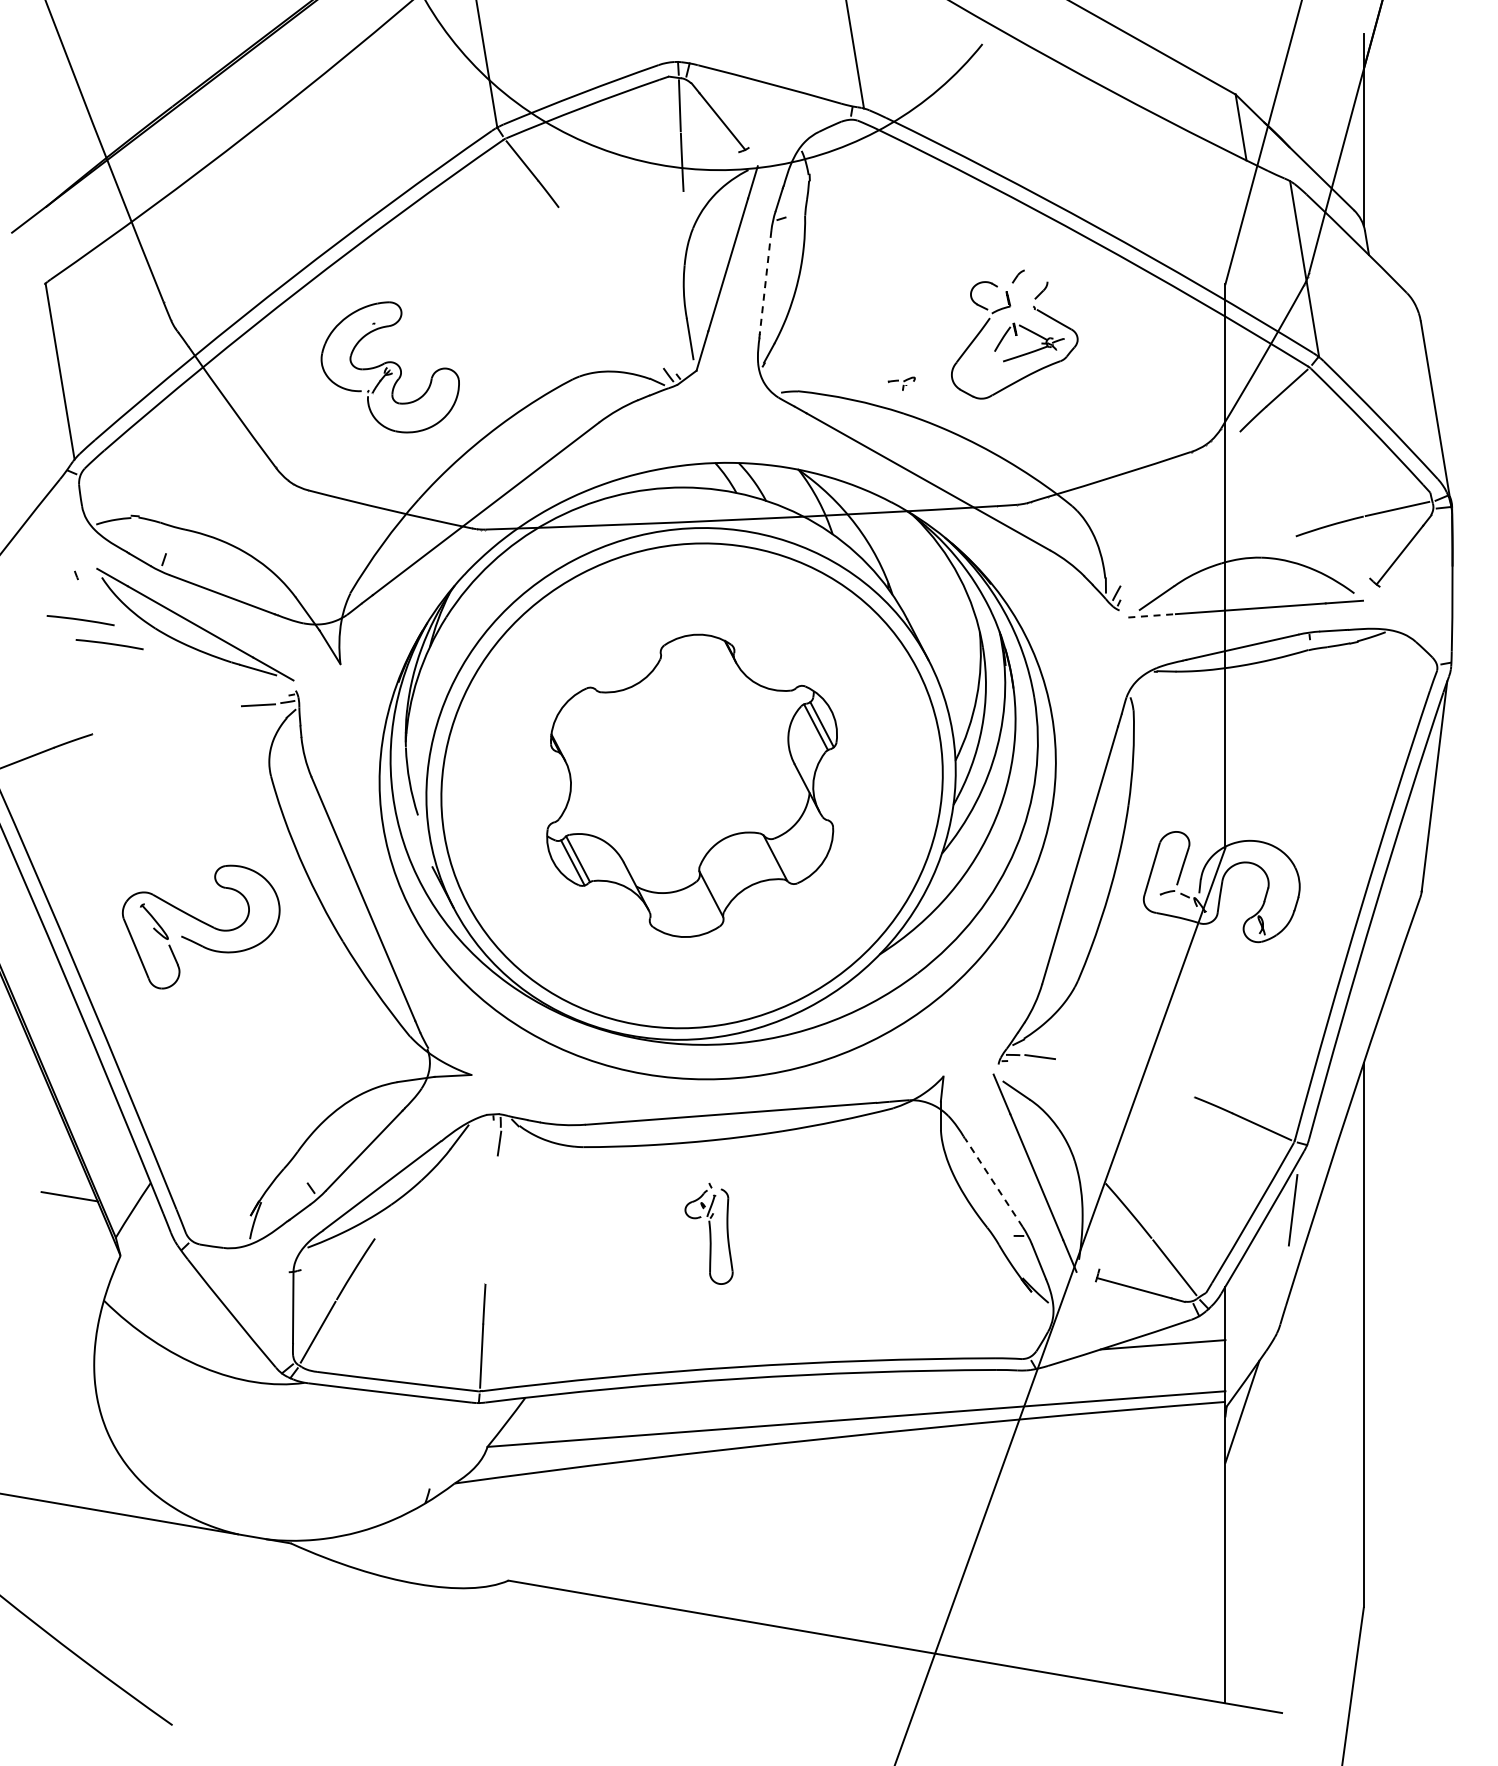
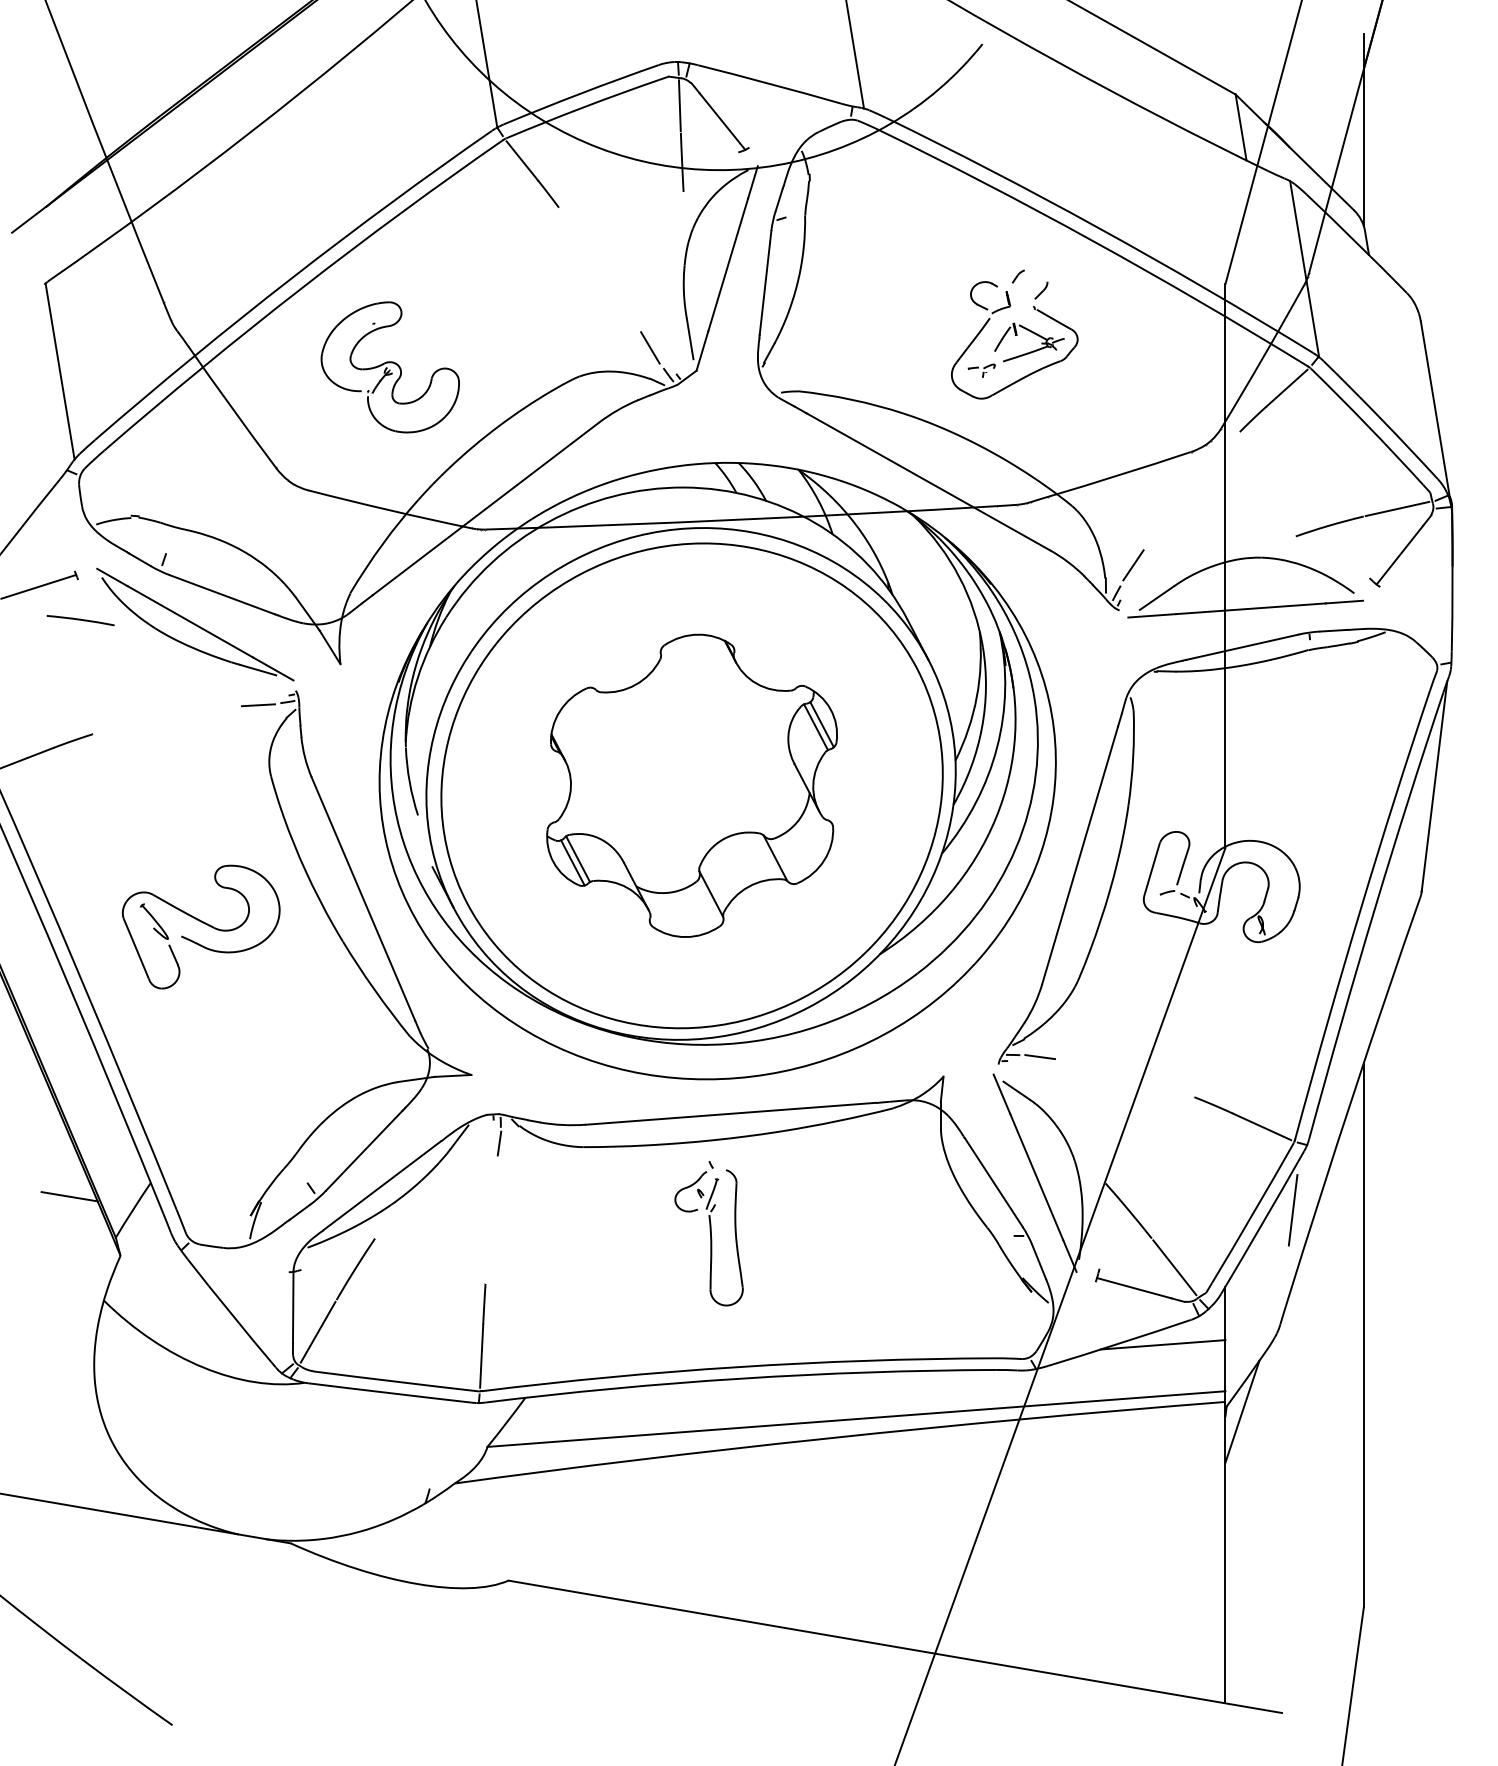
line at (765, 283): dashed -> solid
line at (650, 347): none -> present
part at (901, 383) position: (901, 383) -> (981, 370)
line at (1133, 565): none -> present
line at (39, 586): none -> present
line at (1152, 615): dashed -> solid
line at (109, 644): present -> none
line at (993, 1182): dashed -> solid
part at (708, 1233) size: 50x103 px -> 70x146 px
